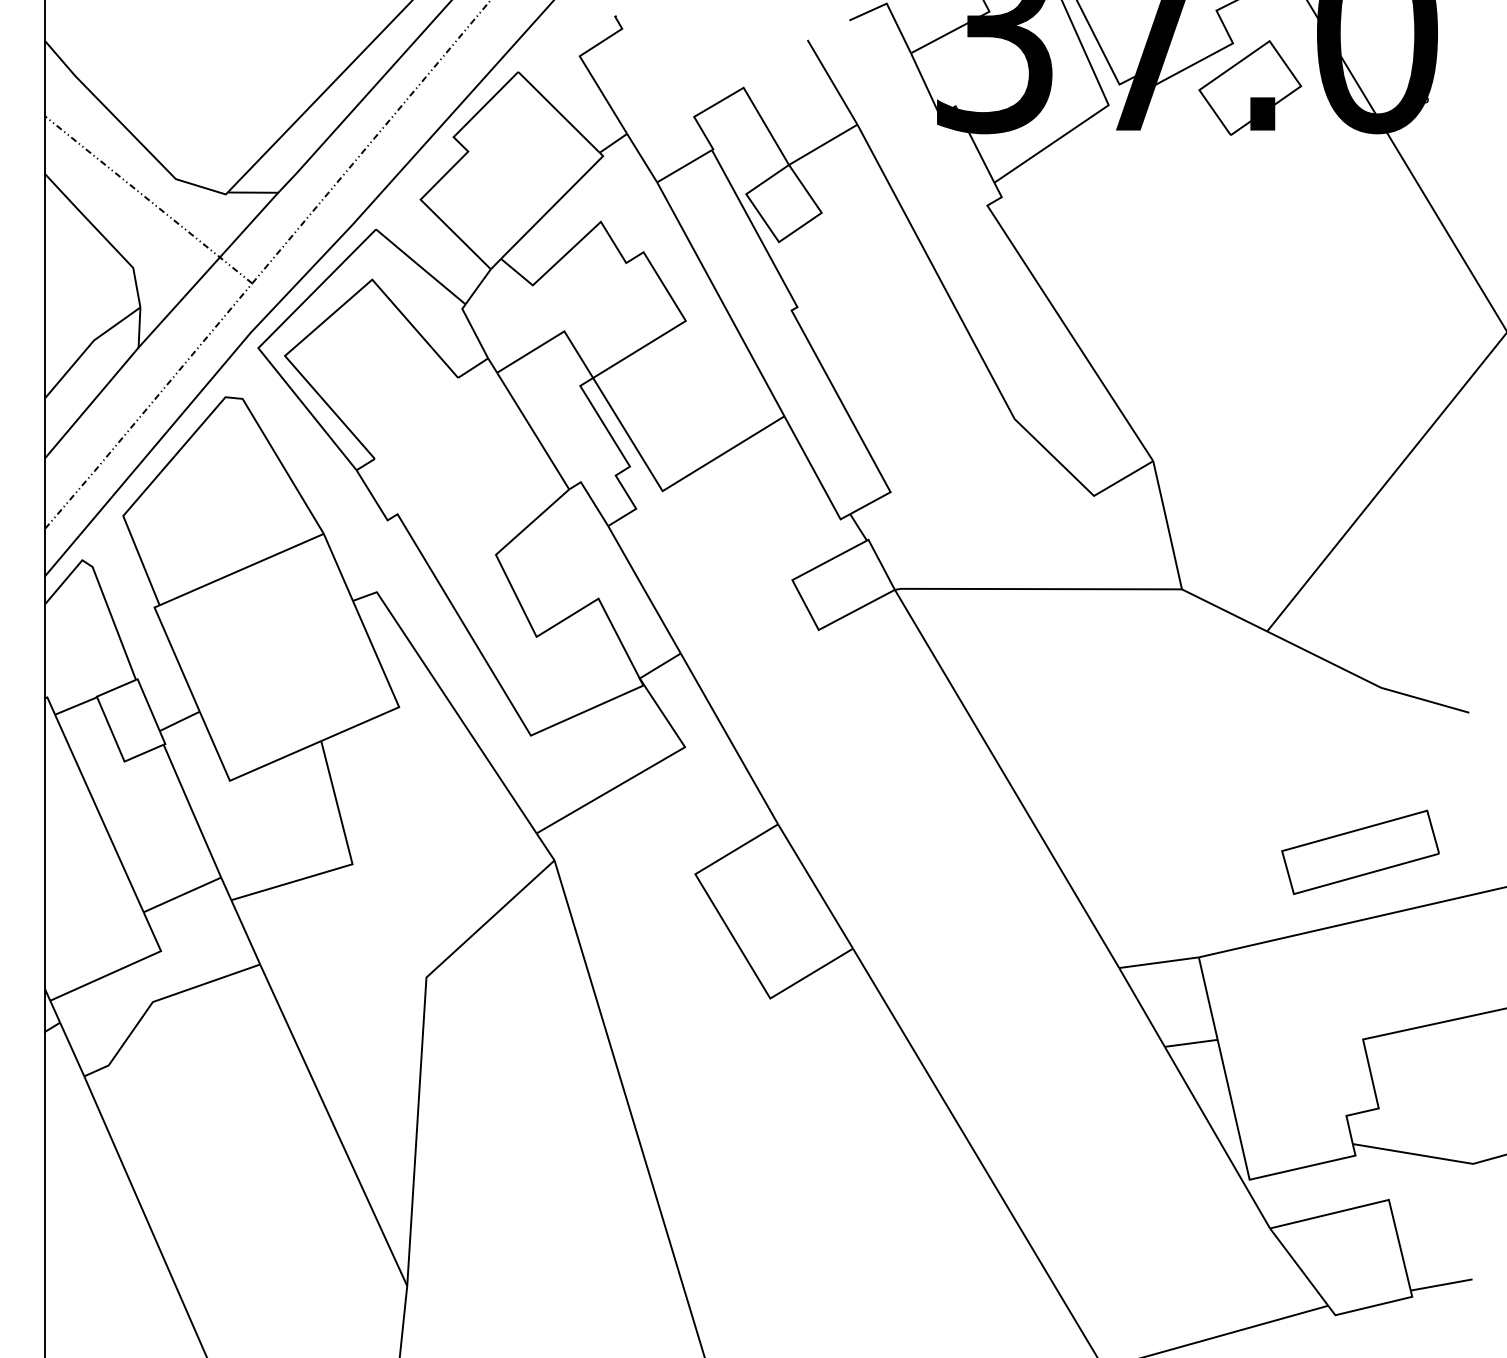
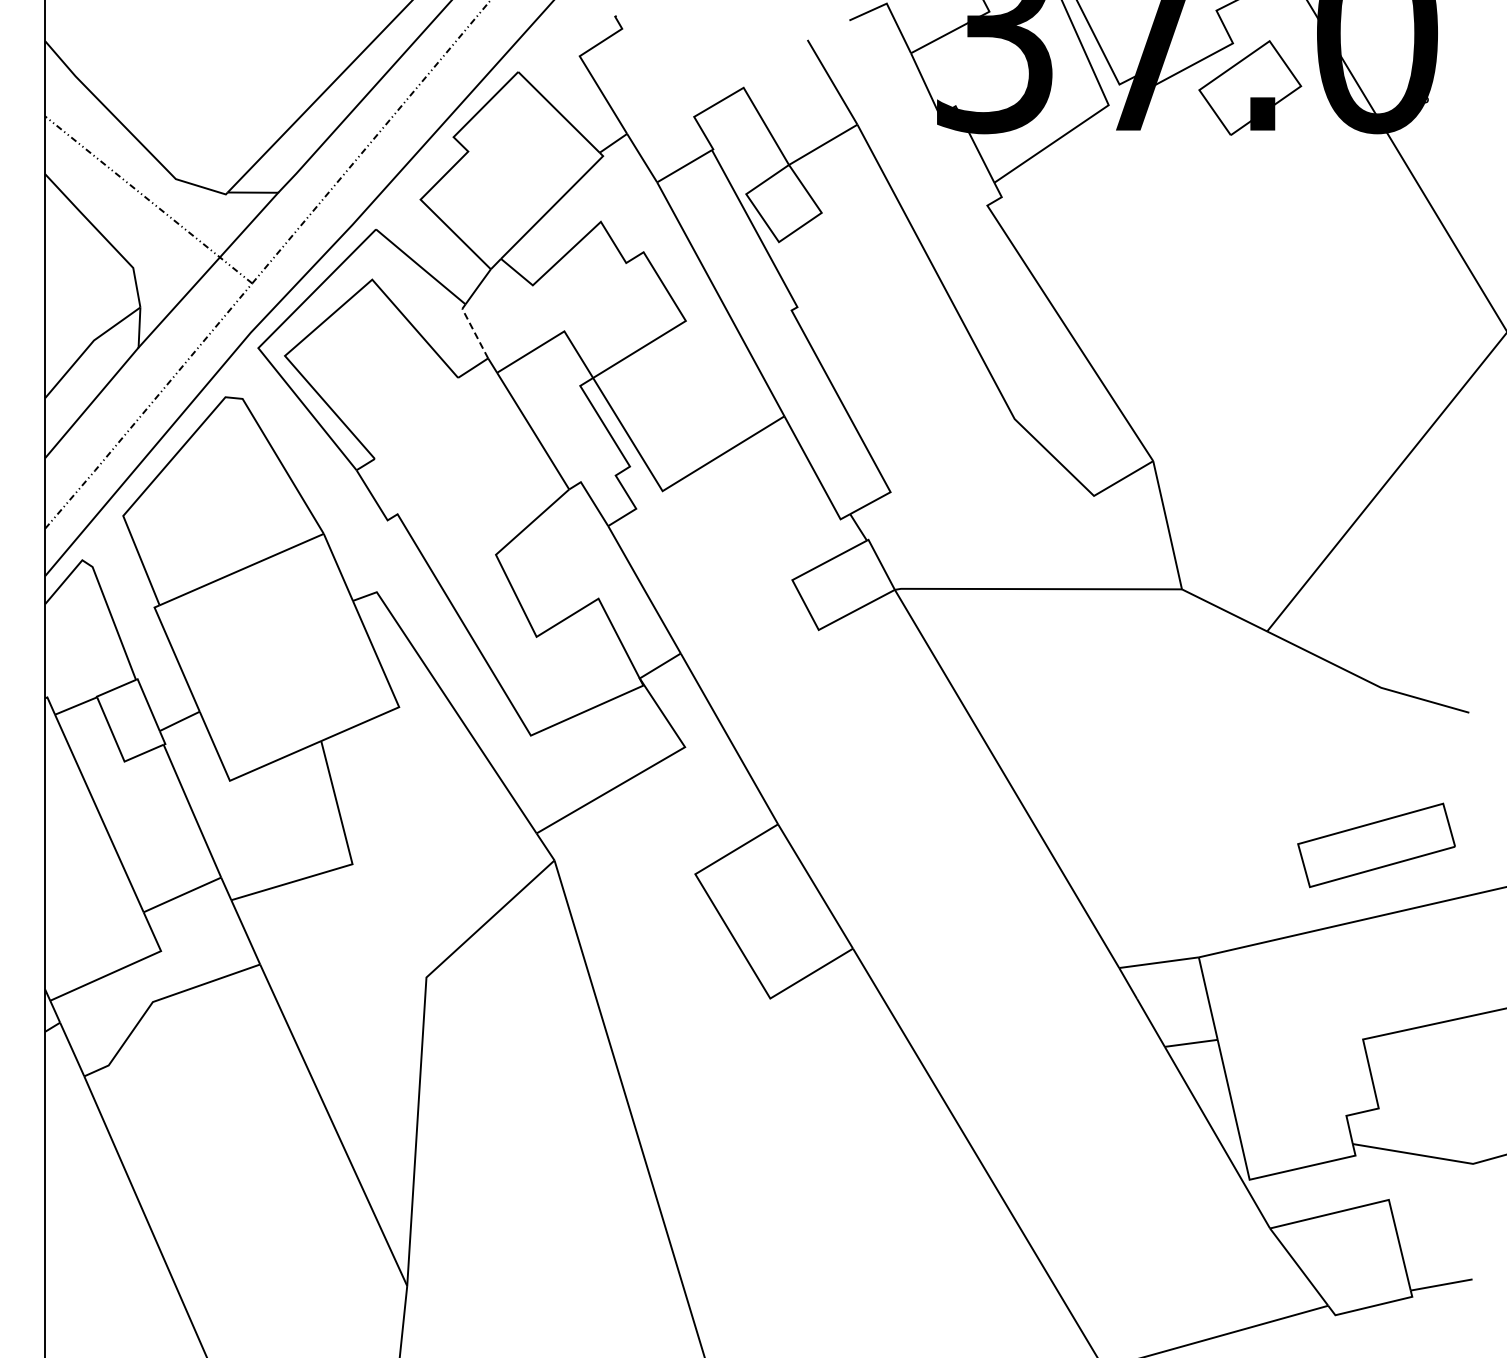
line at (473, 330): solid -> dashed
part at (1360, 852) position: (1360, 852) -> (1376, 845)
